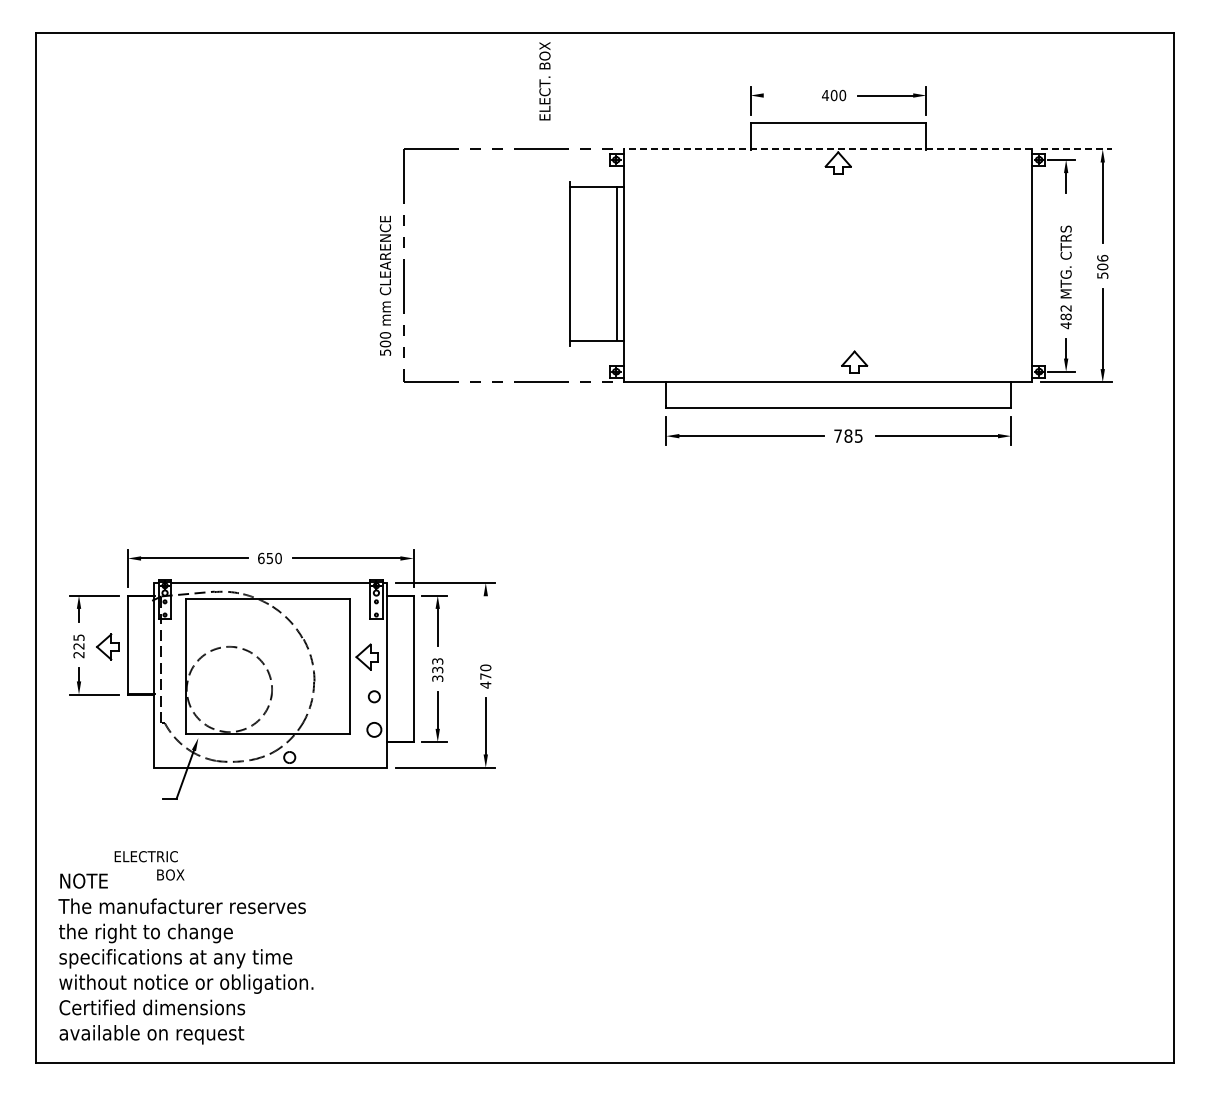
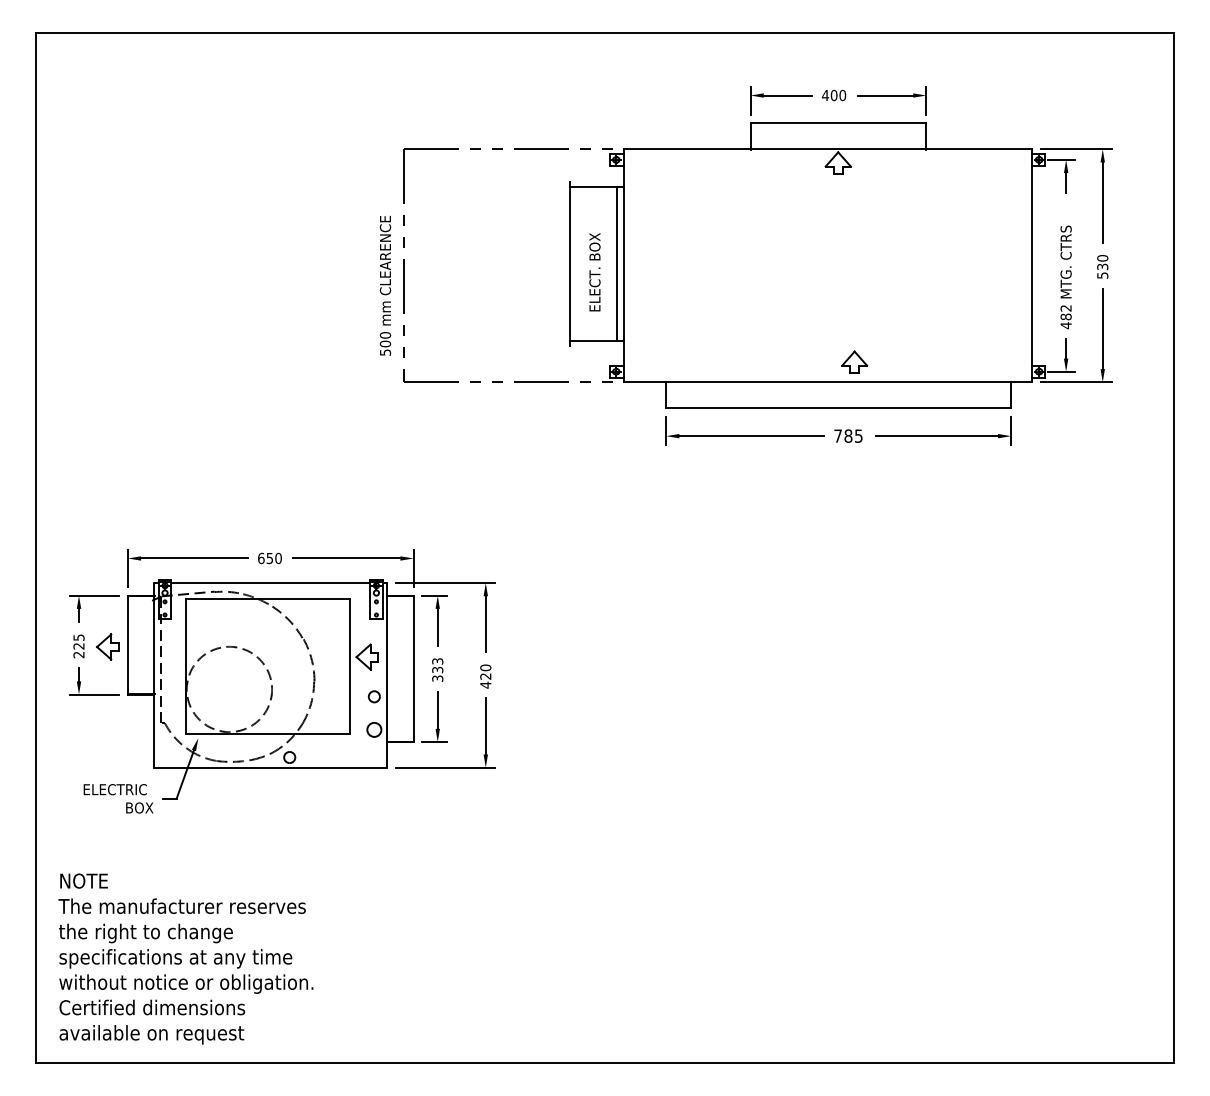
text at (544, 81) position: (544, 81) -> (594, 272)
line at (787, 95): none -> present
line at (827, 149): dashed -> solid
line at (1076, 149): dashed -> solid
text at (1102, 262): 506 -> 530
line at (485, 624): none -> present
text at (485, 676): 470 -> 420
text at (149, 865) position: (149, 865) -> (118, 798)
